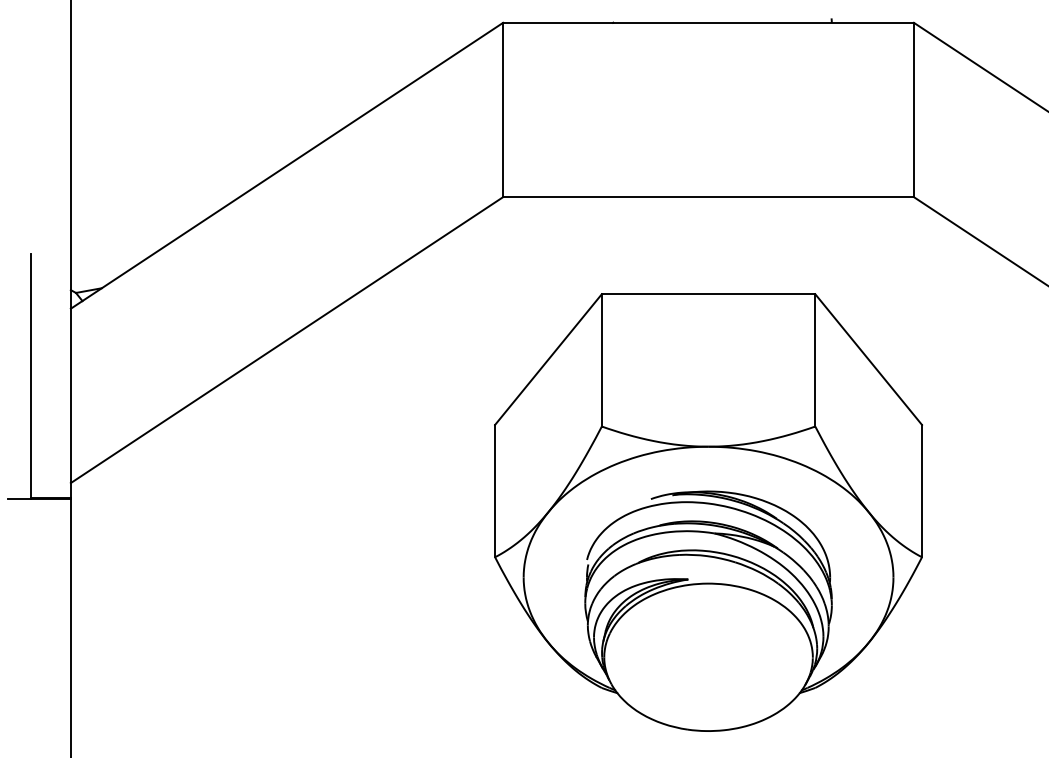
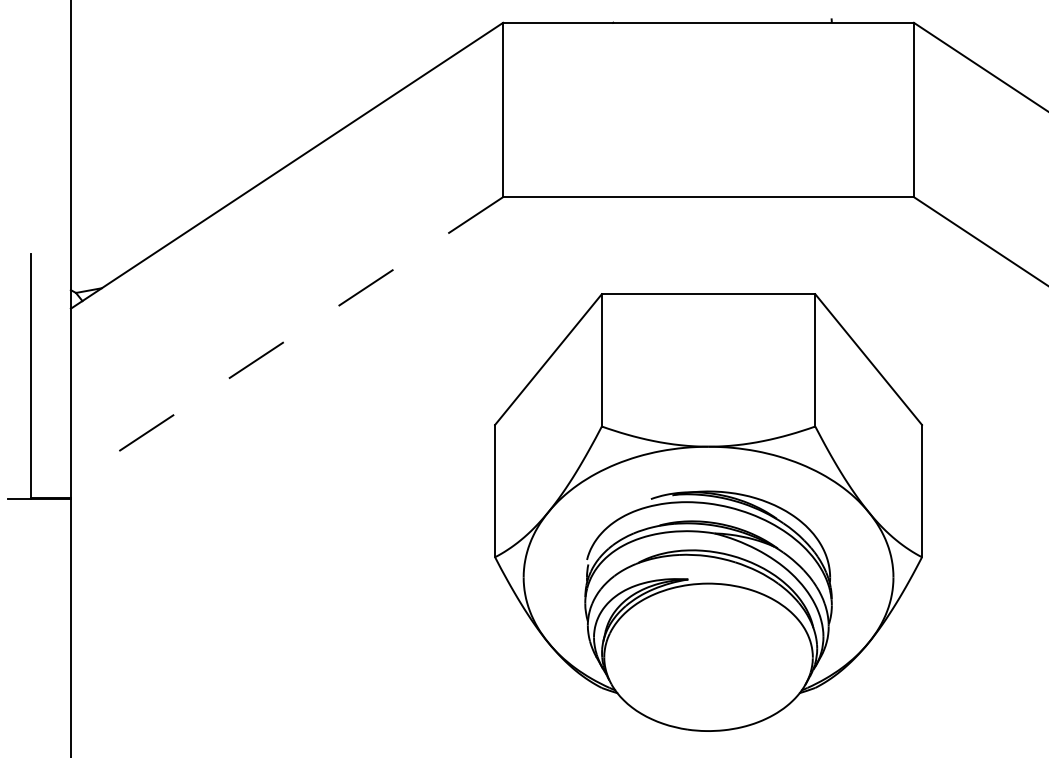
line at (286, 340): solid -> dashed
